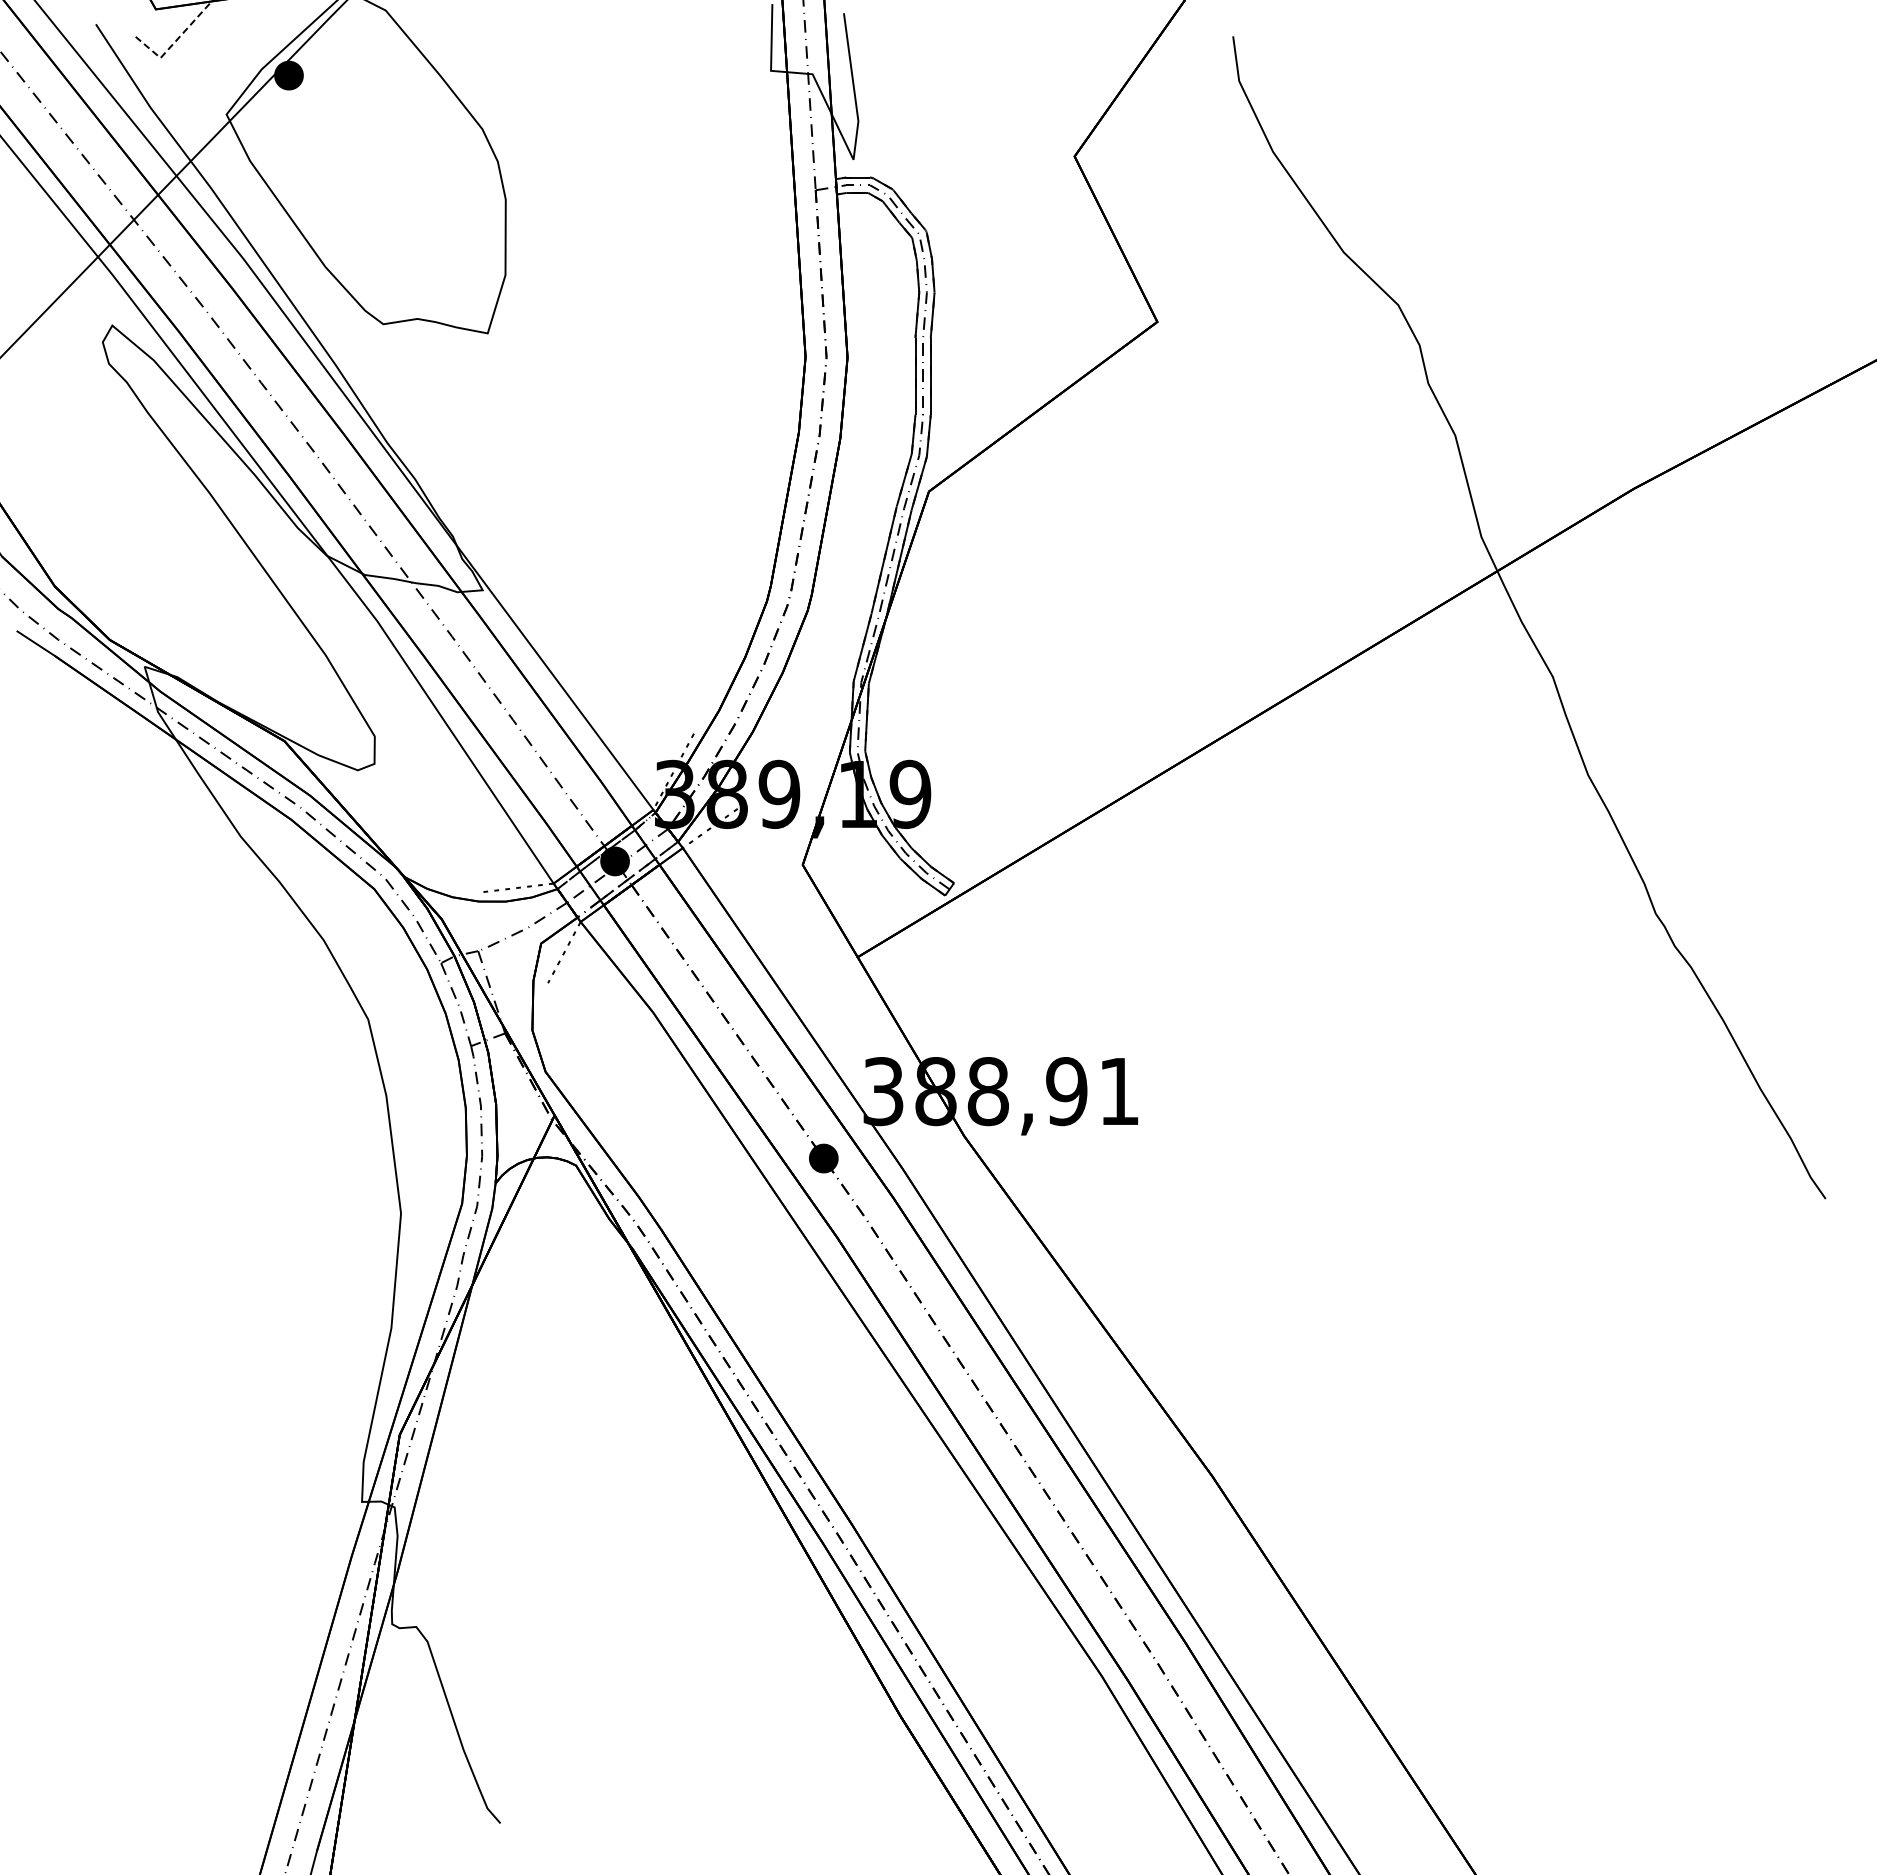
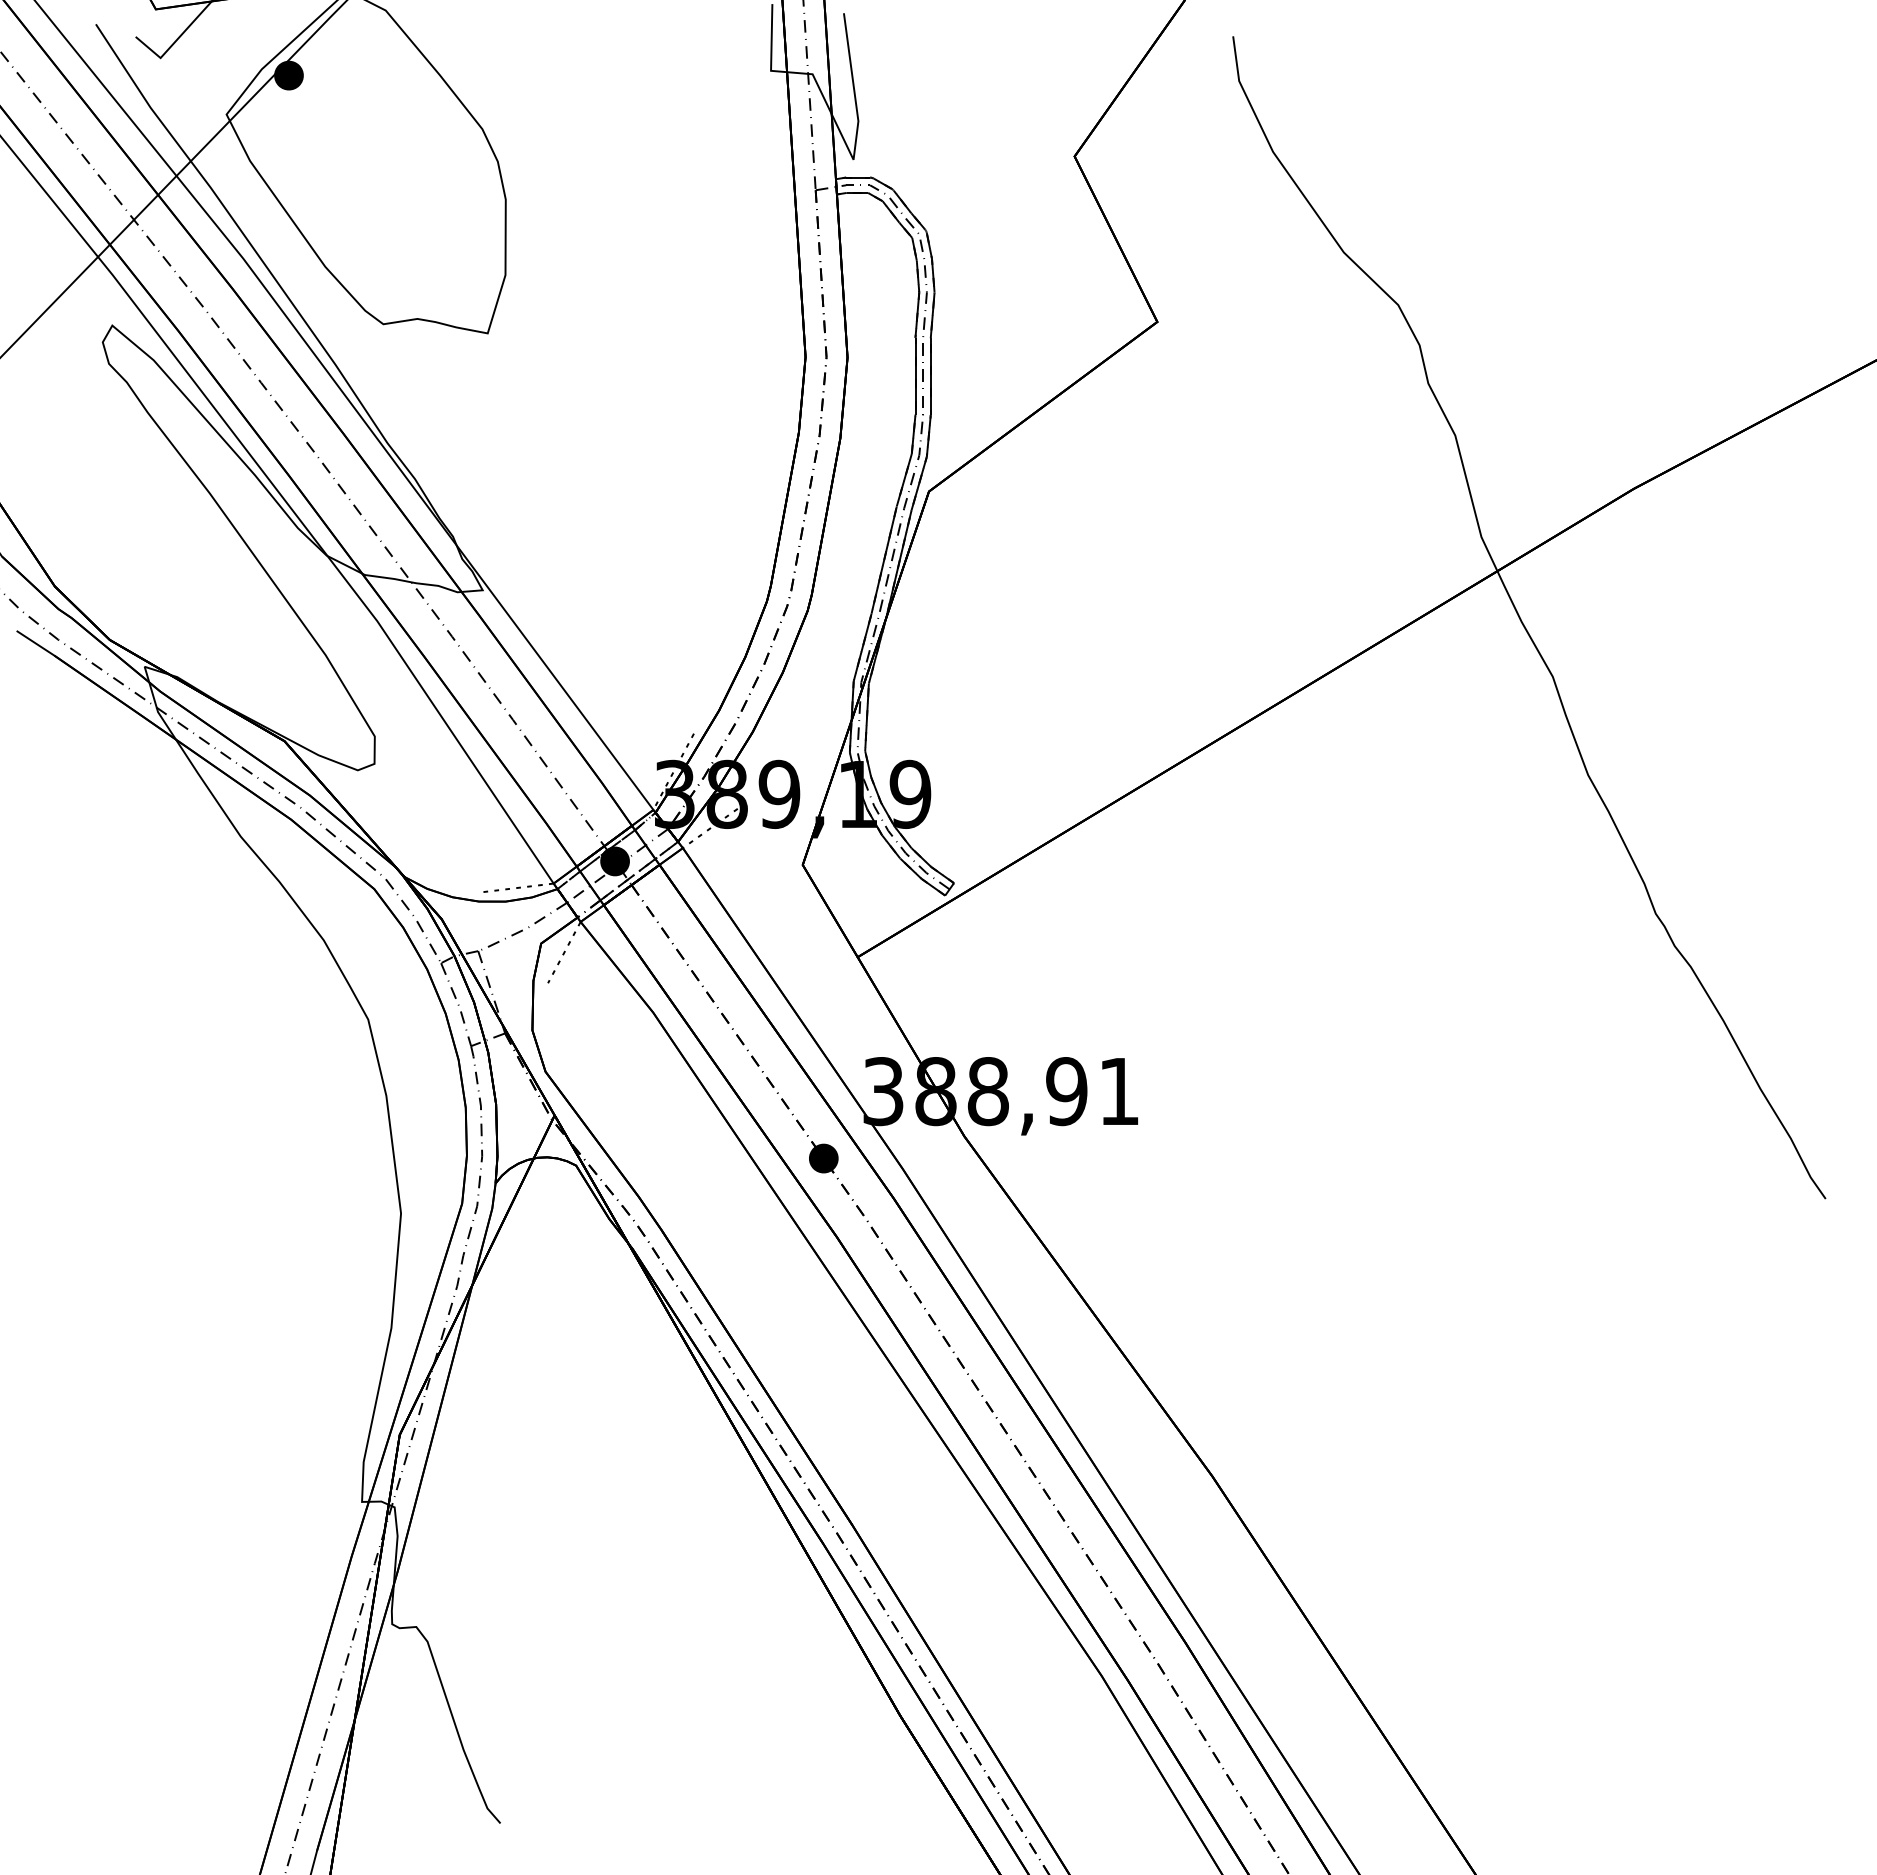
line at (175, 41): dashed -> solid
